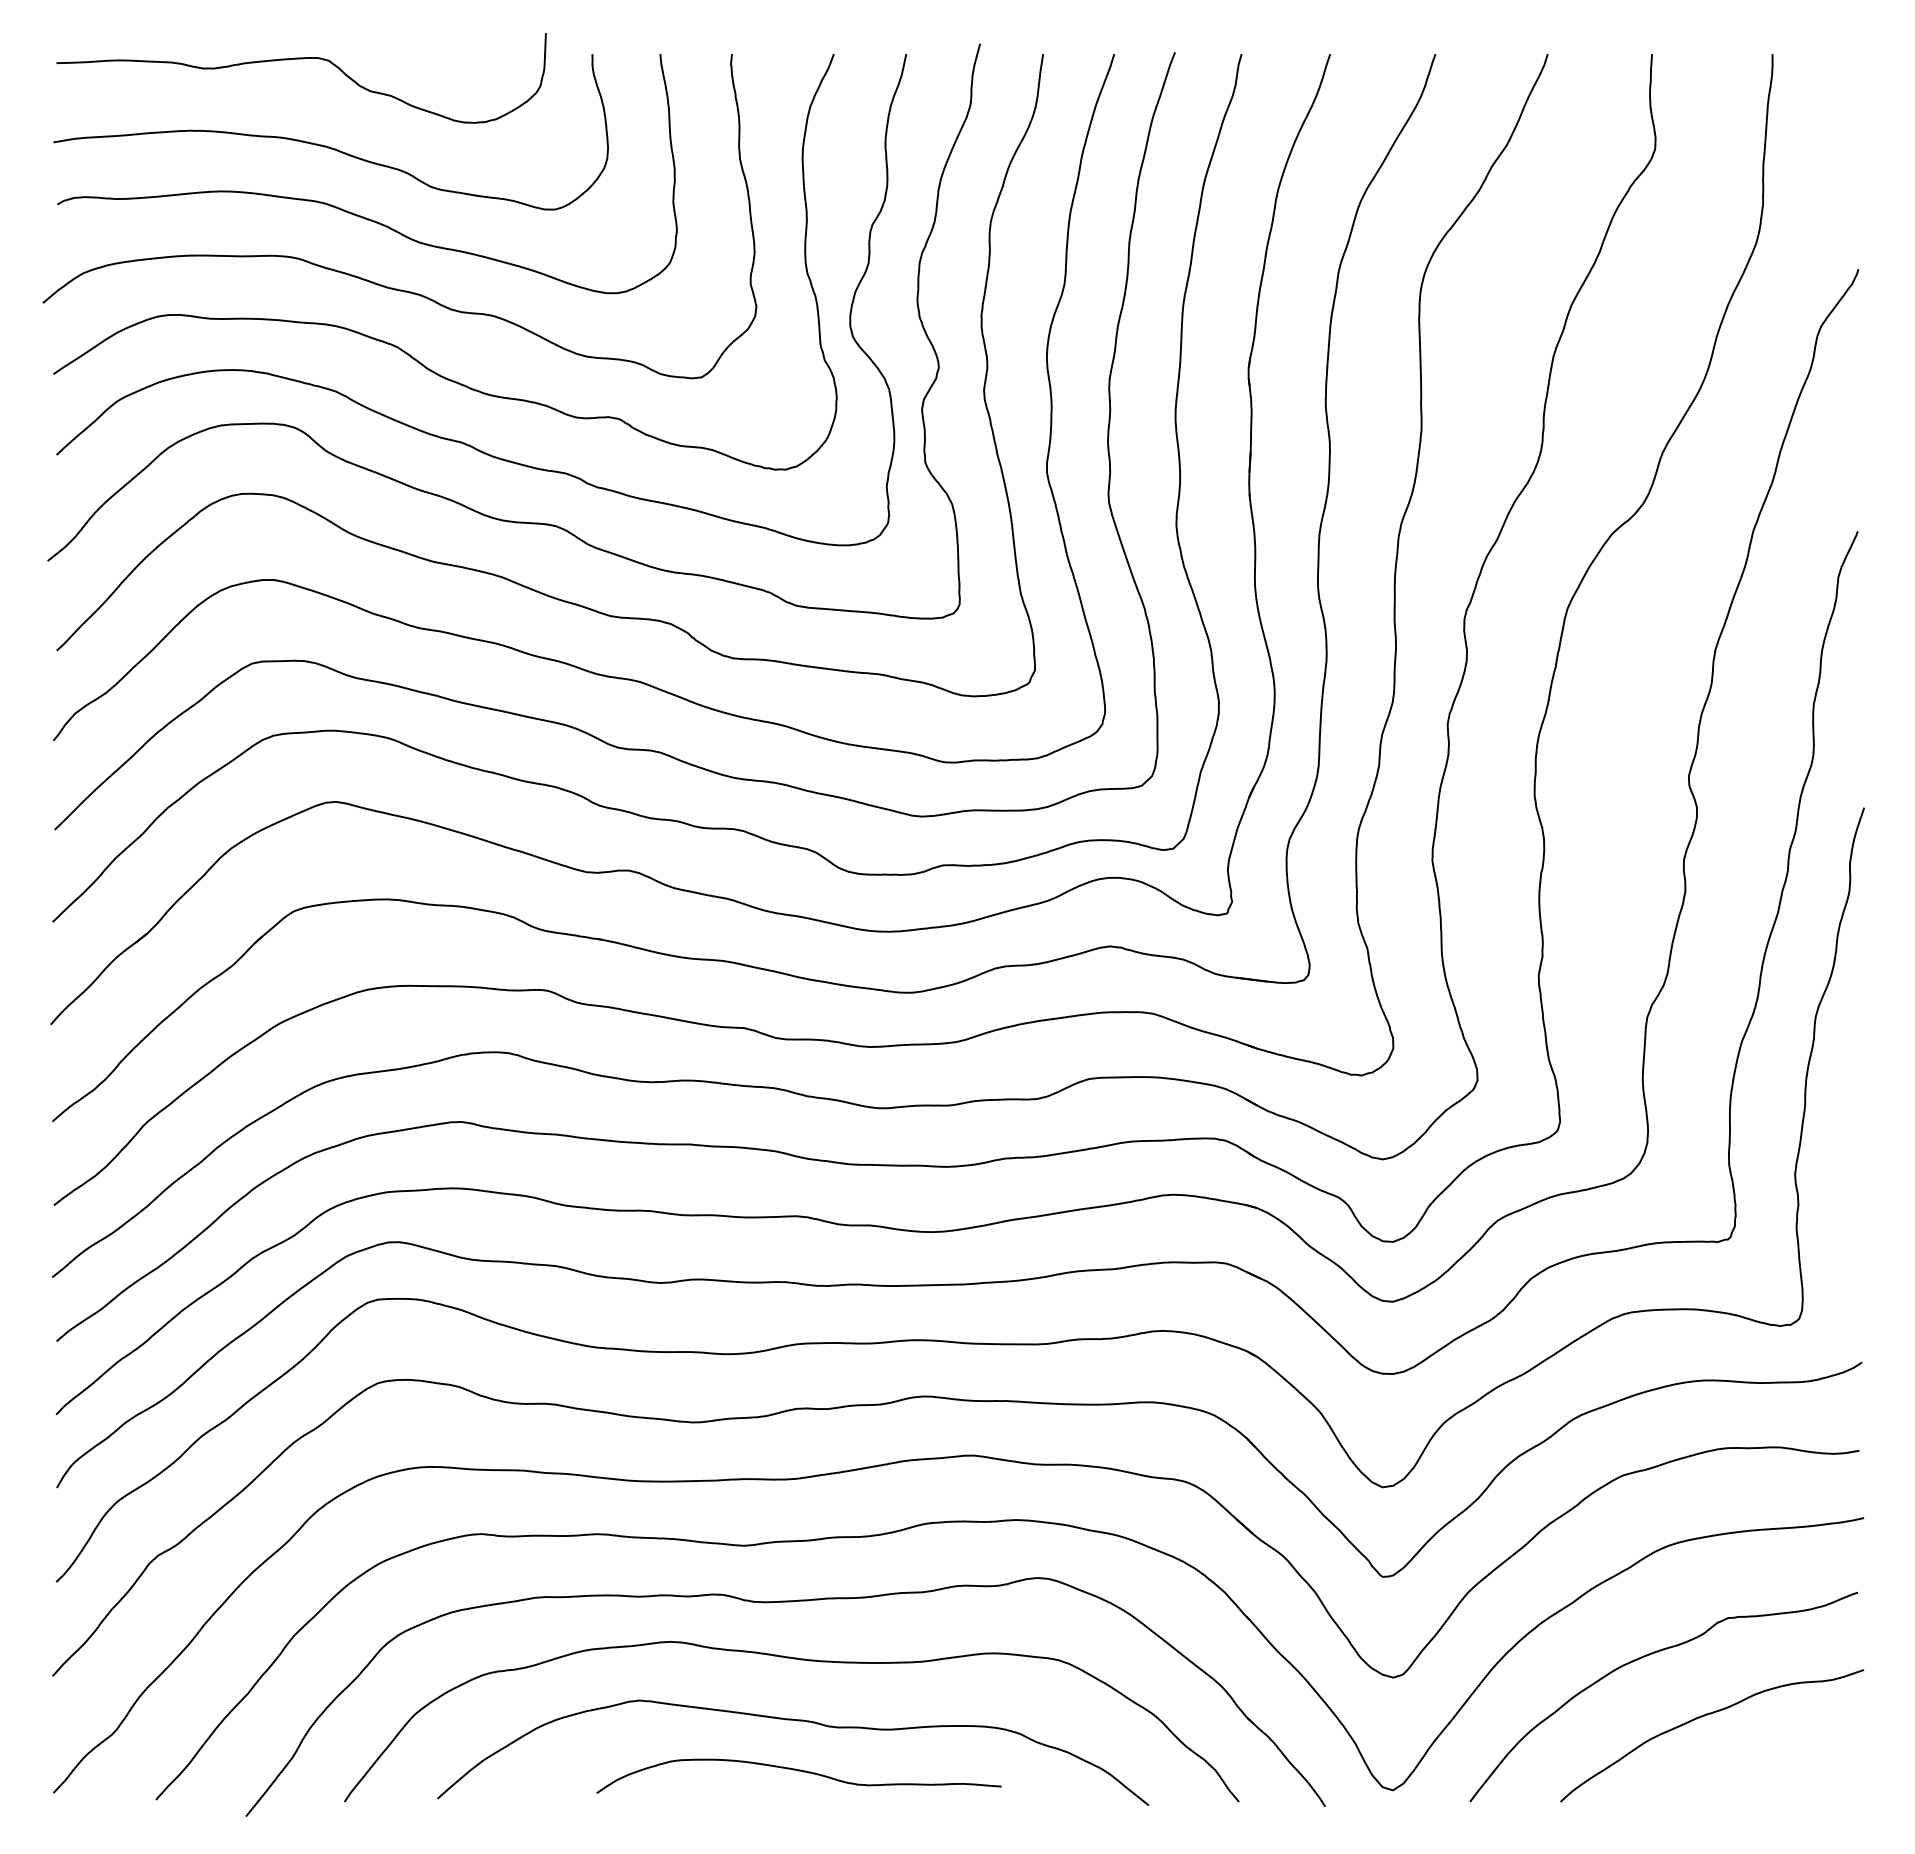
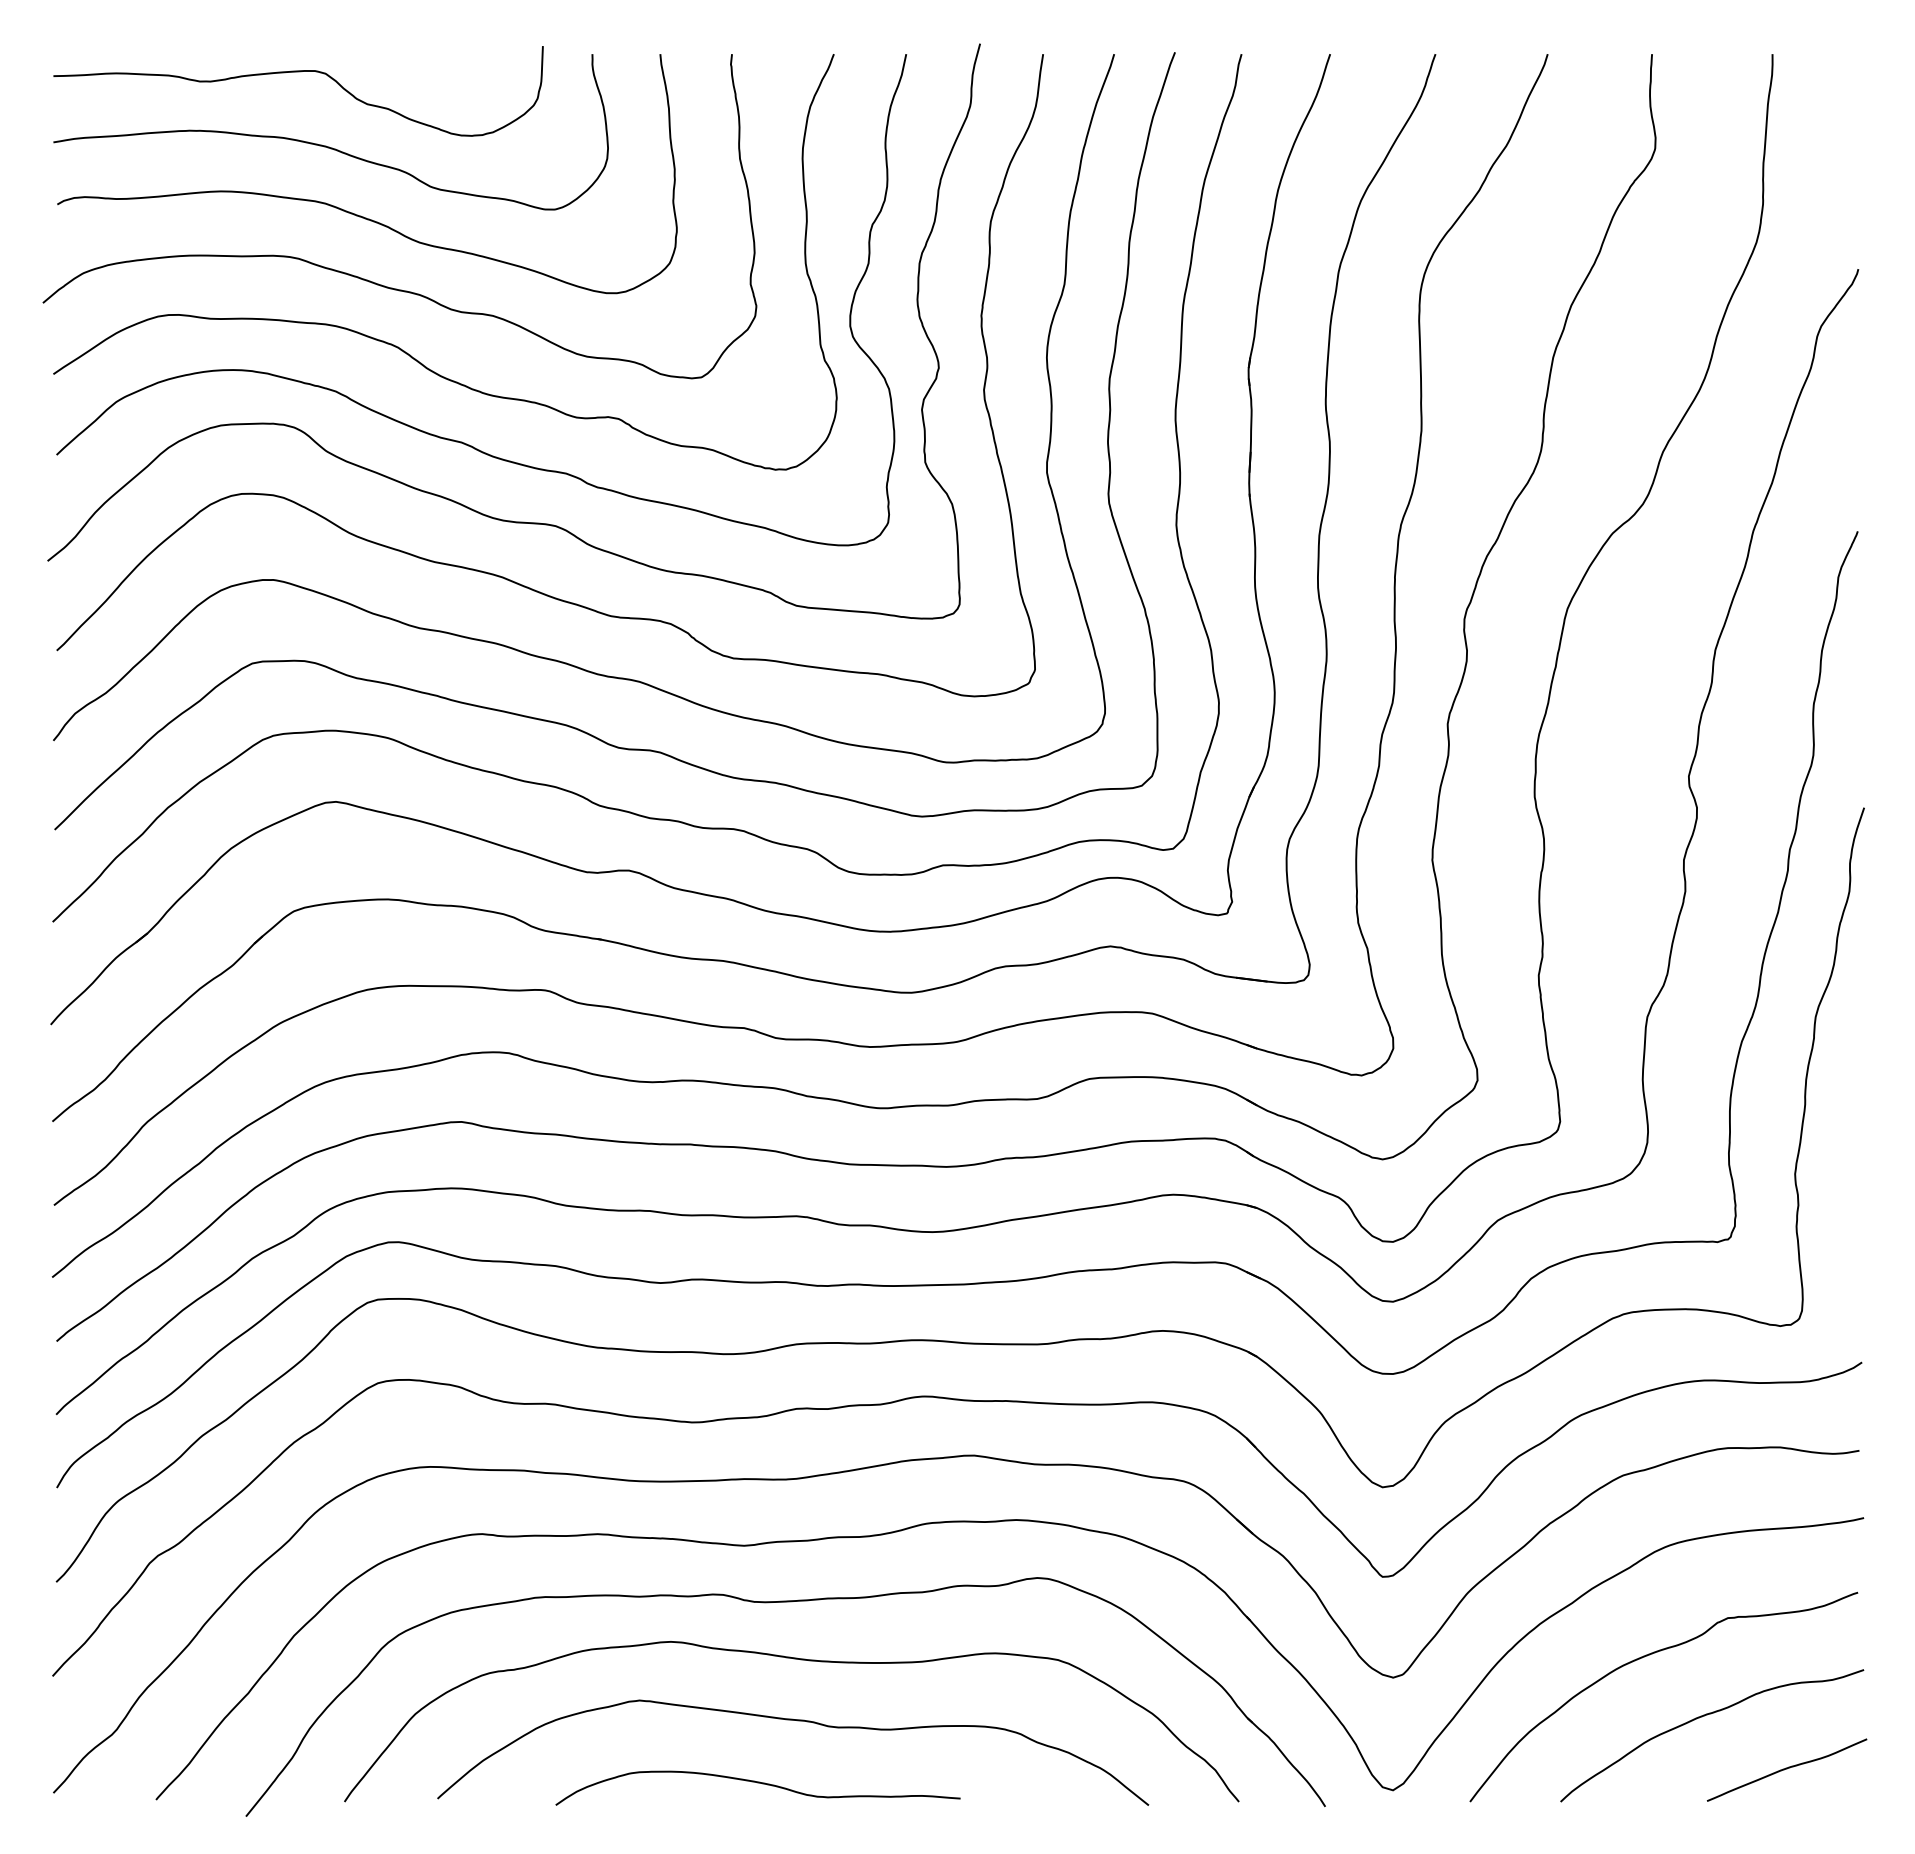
curve at (301, 59) position: (301, 59) -> (298, 72)
curve at (1787, 1769): none -> present
curve at (798, 1771) position: (798, 1771) -> (757, 1783)
